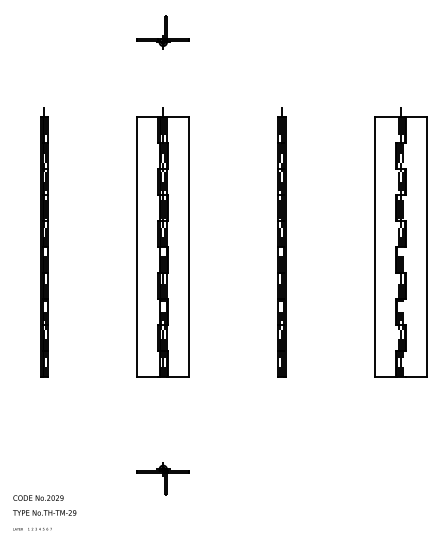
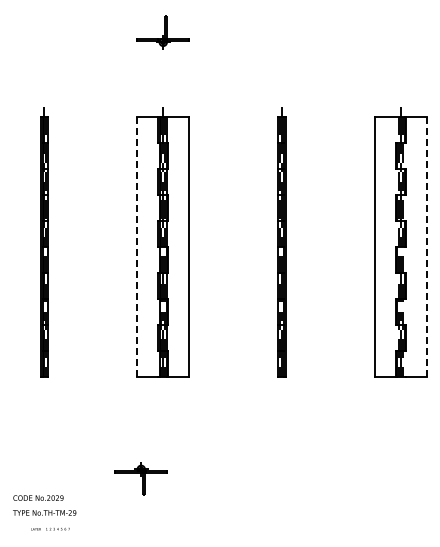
line at (137, 246): solid -> dashed
line at (426, 246): solid -> dashed
part at (162, 478) position: (162, 478) -> (140, 478)
text at (32, 529) position: (32, 529) -> (50, 529)
